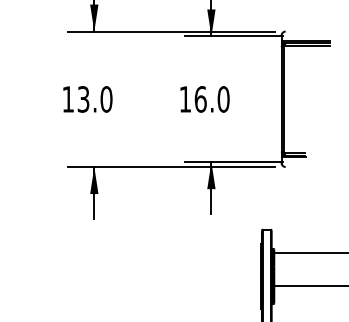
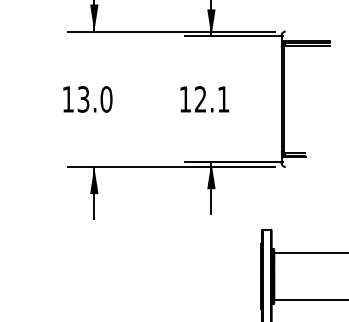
text at (211, 99): 16.0 -> 12.1
line at (309, 285) position: (309, 285) -> (309, 299)
